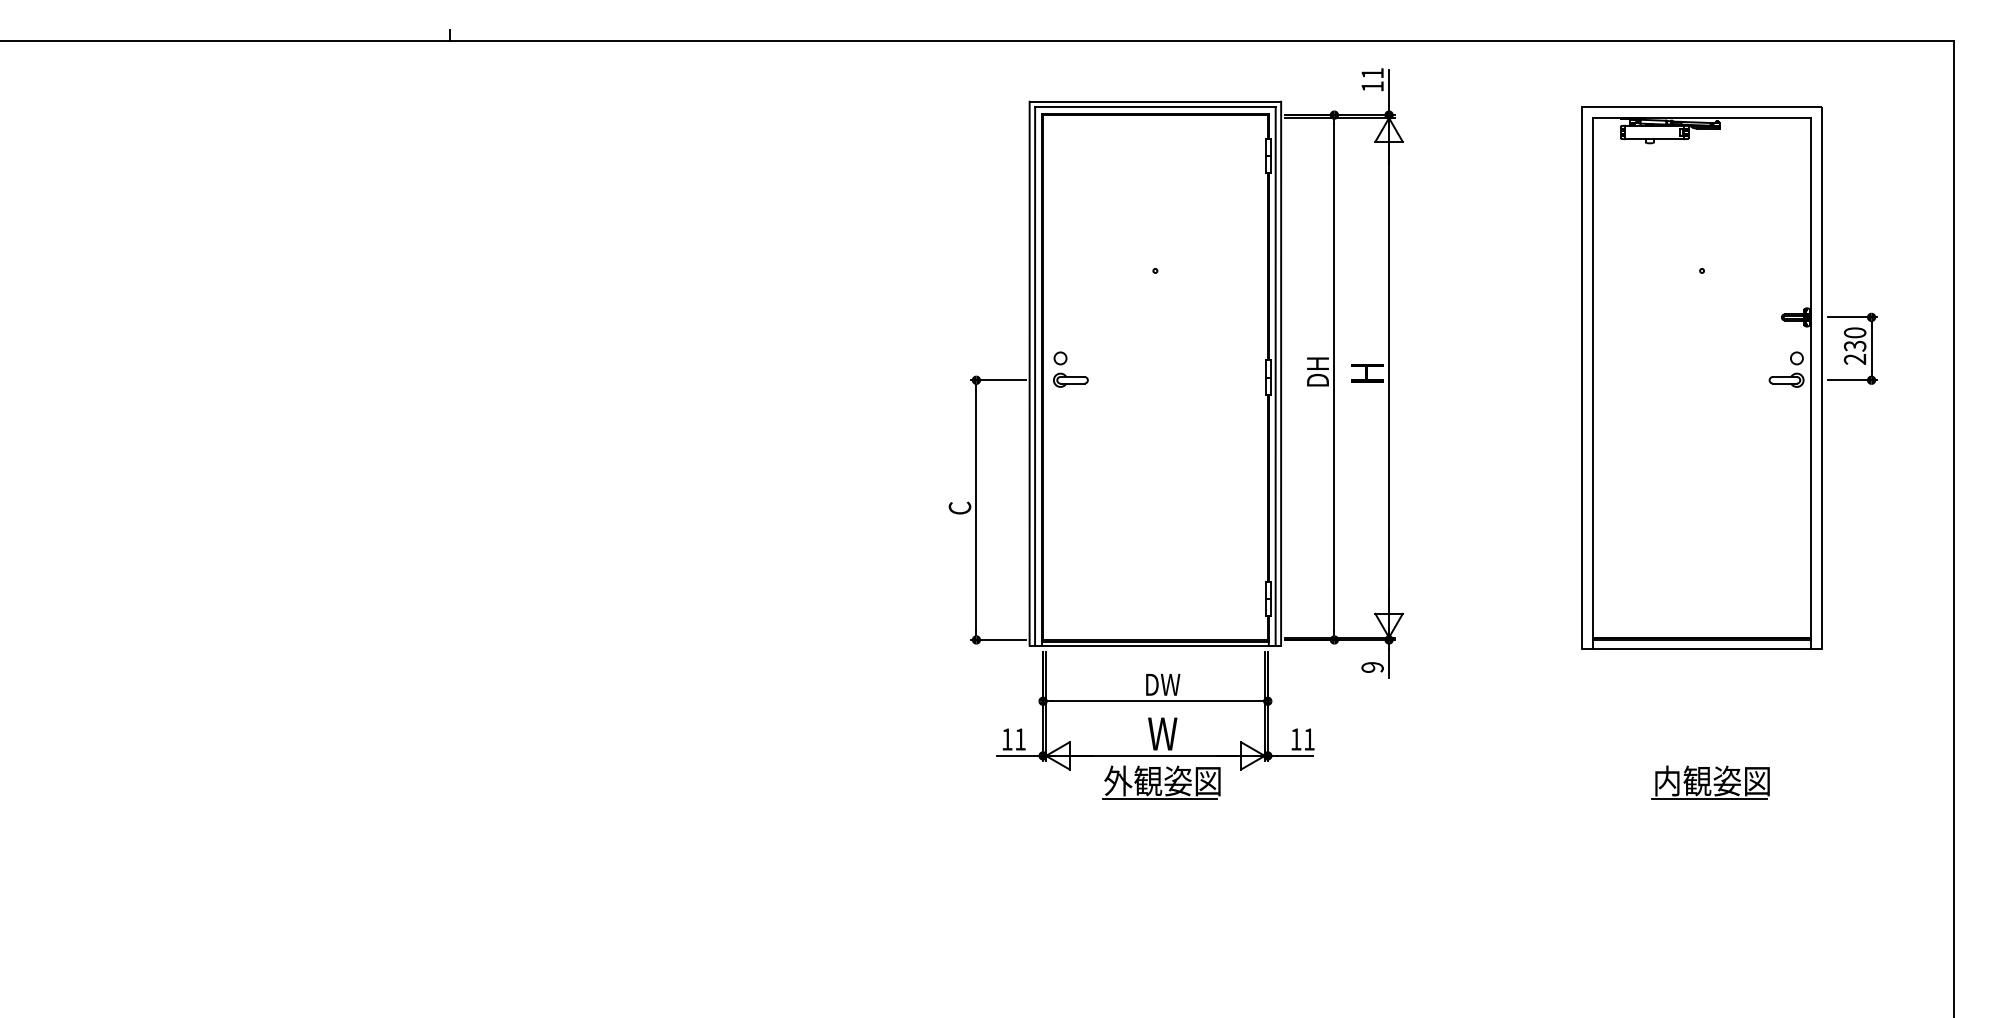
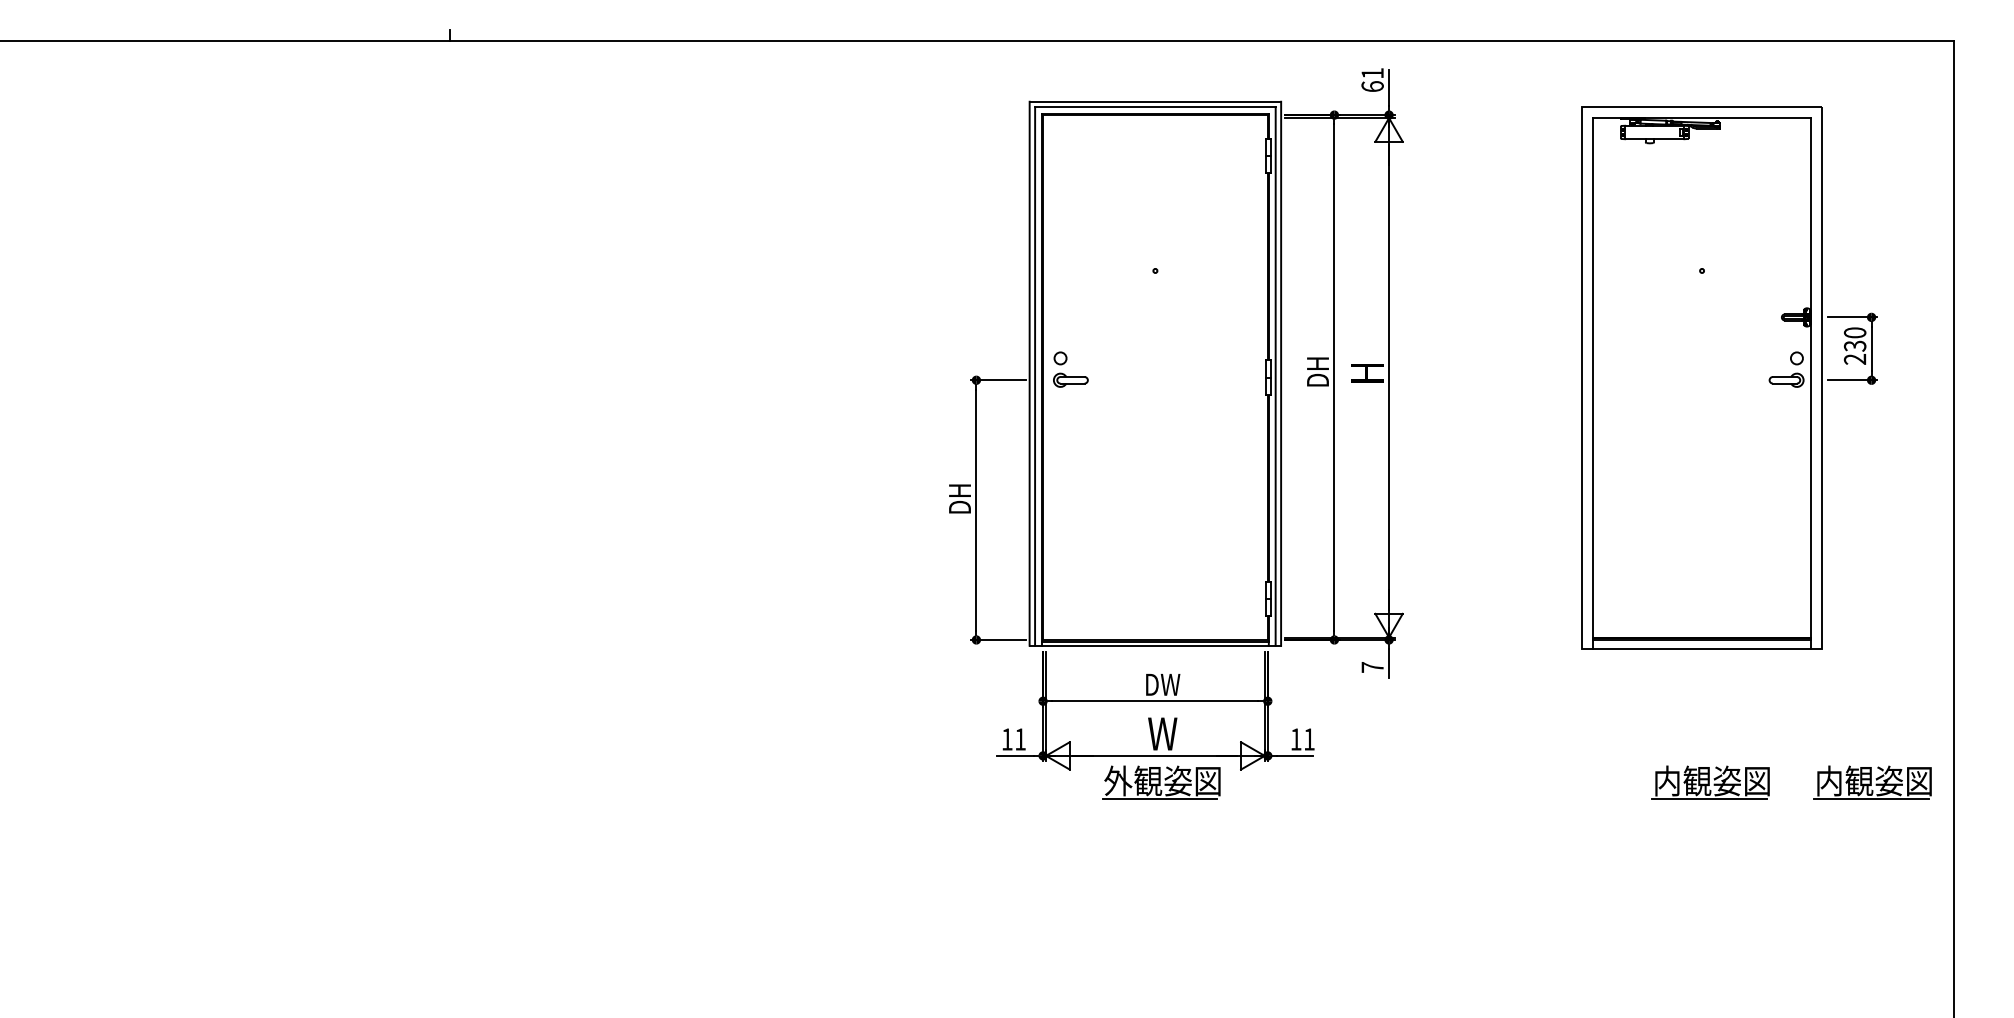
text at (1372, 86): 11 -> 61
text at (959, 499): C -> DH
text at (1372, 667): 9 -> 7
part at (1872, 782): none -> present
